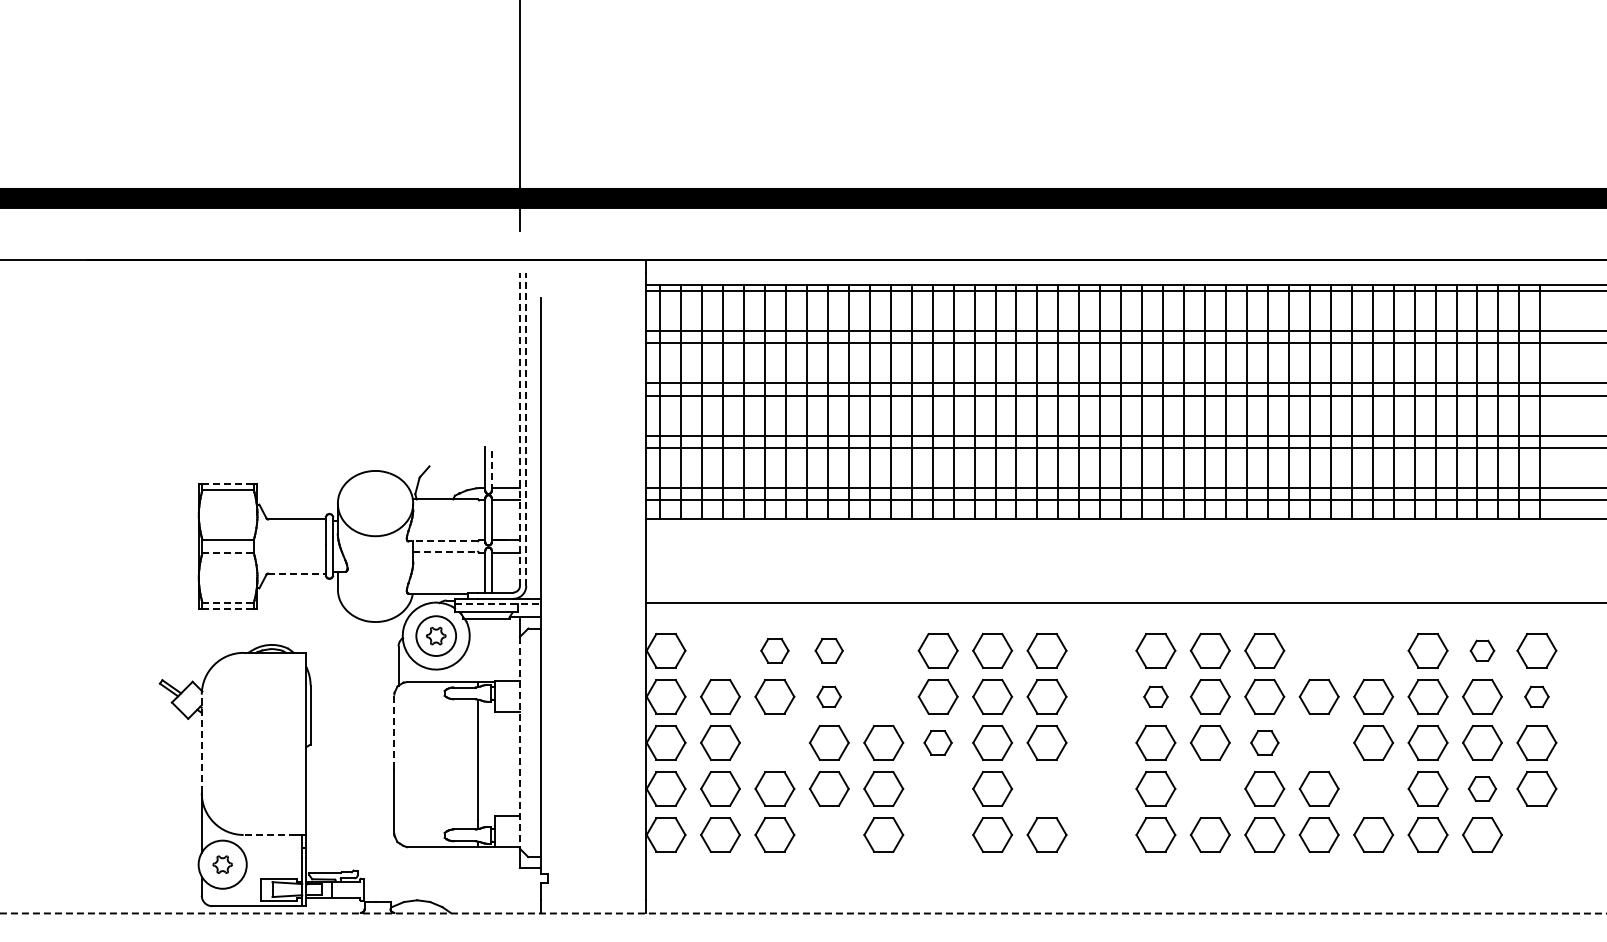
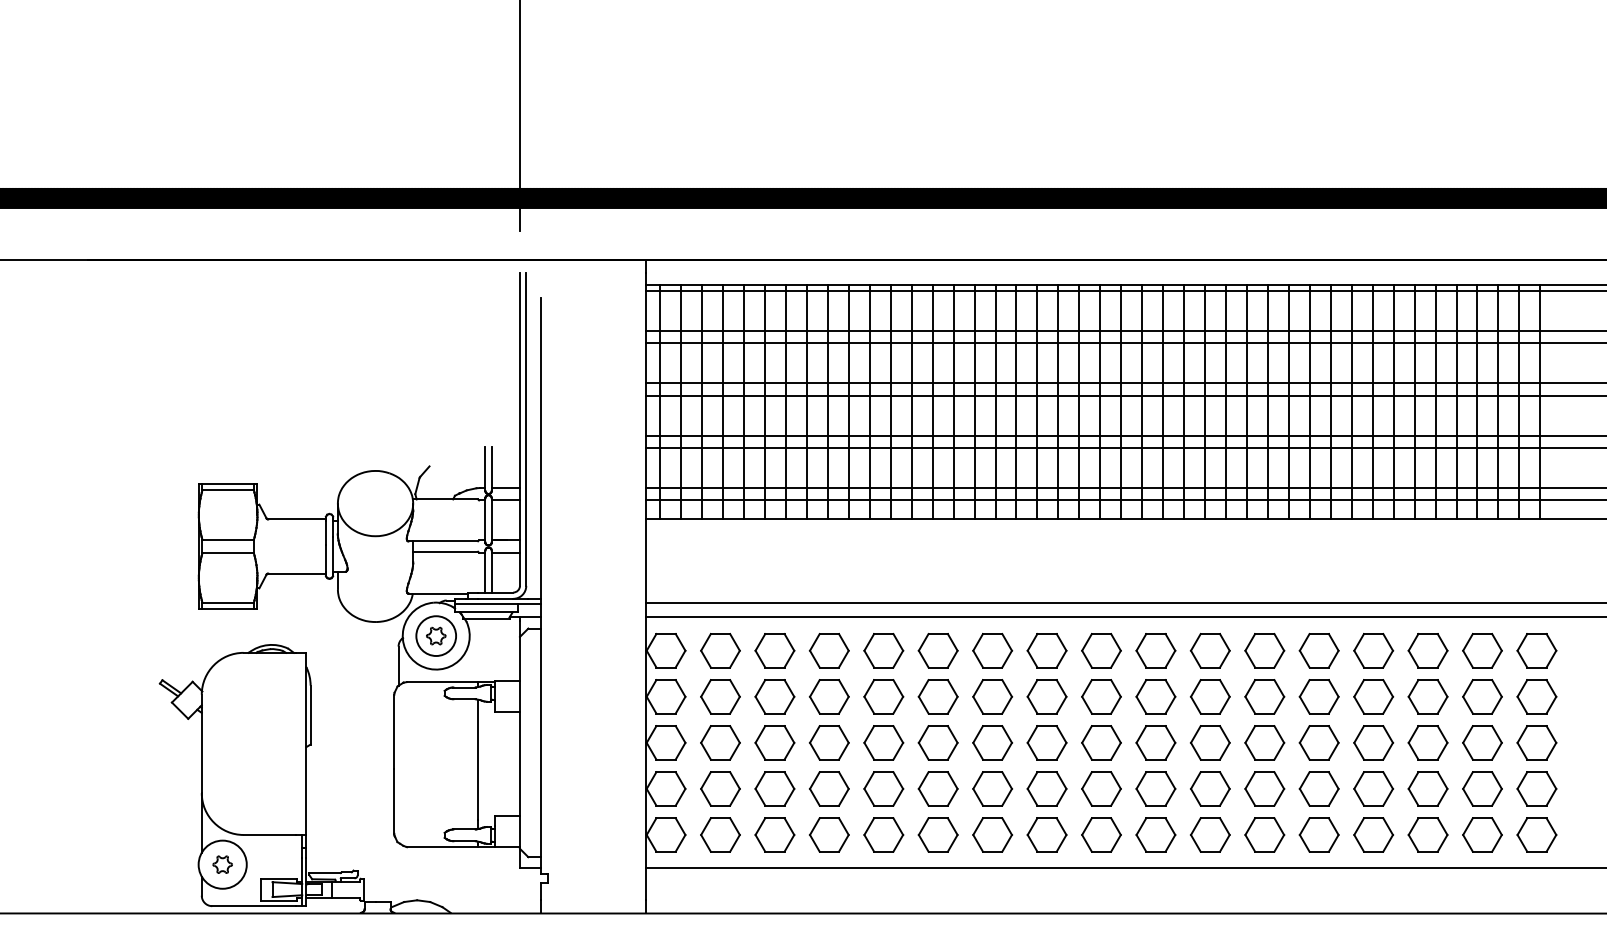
line at (519, 429): dashed -> solid
line at (526, 429): dashed -> solid
line at (491, 468): dashed -> solid
line at (228, 483): dashed -> solid
line at (443, 541): dashed -> solid
line at (446, 551): dashed -> solid
line at (228, 552): dashed -> solid
line at (296, 573): dashed -> solid
line at (228, 602): dashed -> solid
line at (498, 604): dashed -> solid
line at (228, 609): dashed -> solid
line at (1124, 617): none -> present
part at (720, 650): none -> present
part at (774, 650) size: 30x26 px -> 42x36 px
part at (828, 650) size: 30x26 px -> 42x36 px
part at (883, 650): none -> present
part at (1101, 650): none -> present
part at (1318, 650): none -> present
part at (1373, 650): none -> present
part at (1482, 650) size: 27x23 px -> 41x36 px
part at (828, 696) size: 26x23 px -> 42x36 px
part at (883, 696): none -> present
part at (1101, 696): none -> present
part at (1155, 696) size: 26x23 px -> 42x36 px
part at (1536, 696) size: 26x23 px -> 42x36 px
line at (394, 731): dashed -> solid
line at (519, 742): dashed -> solid
part at (774, 742): none -> present
part at (937, 742) size: 30x26 px -> 42x36 px
part at (1101, 742): none -> present
part at (1264, 742) size: 30x26 px -> 42x36 px
part at (1318, 742): none -> present
line at (201, 743): dashed -> solid
part at (937, 788): none -> present
part at (1046, 788): none -> present
part at (1101, 788): none -> present
part at (1210, 788): none -> present
part at (1373, 788): none -> present
part at (1482, 788) size: 31x26 px -> 41x36 px
line at (269, 834): dashed -> solid
part at (829, 834): none -> present
part at (937, 834): none -> present
part at (1101, 834): none -> present
part at (1536, 834): none -> present
line at (1124, 868): none -> present
line at (803, 913): dashed -> solid
